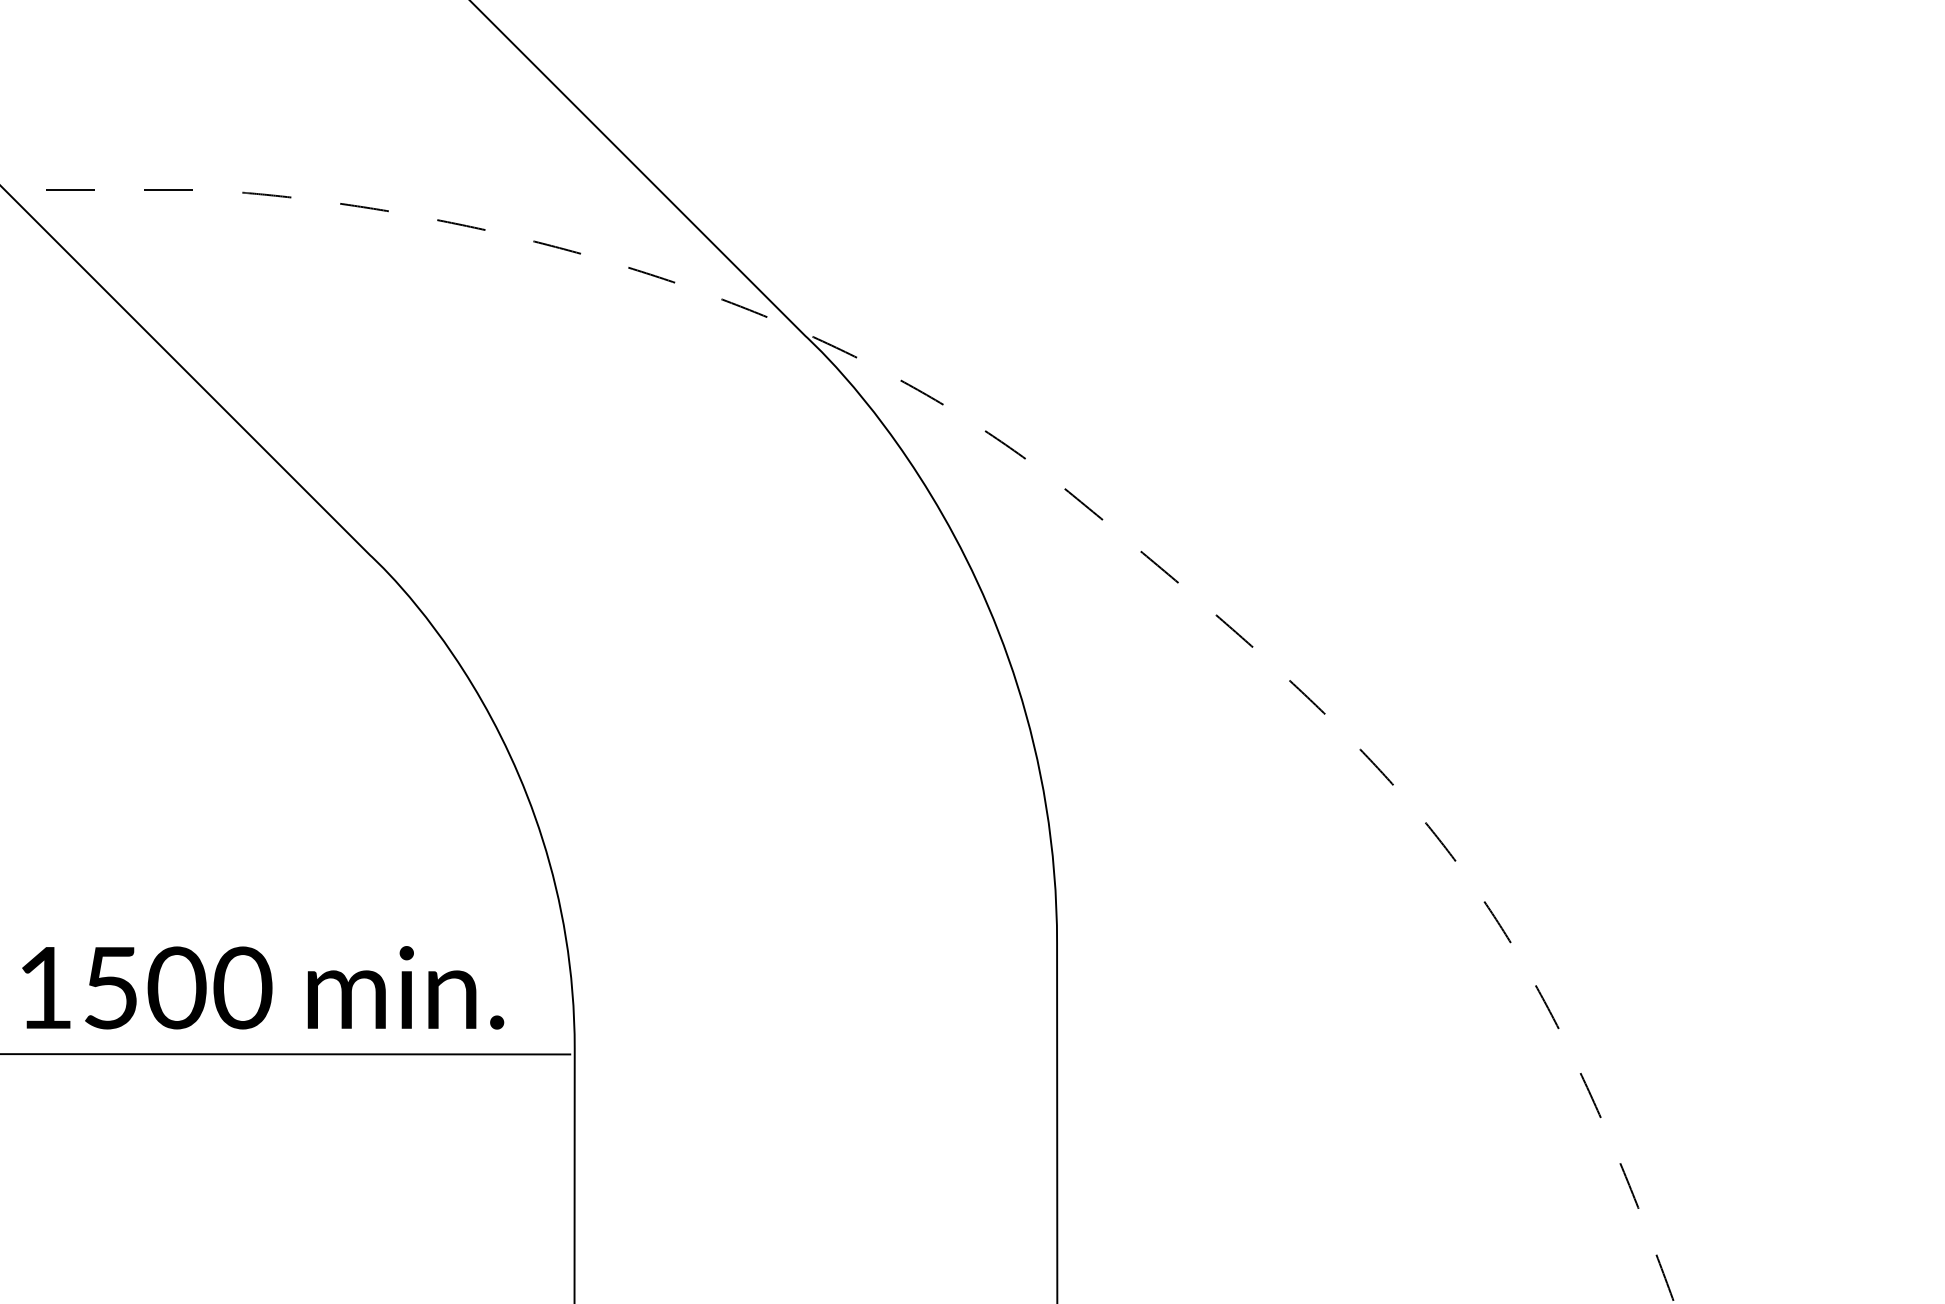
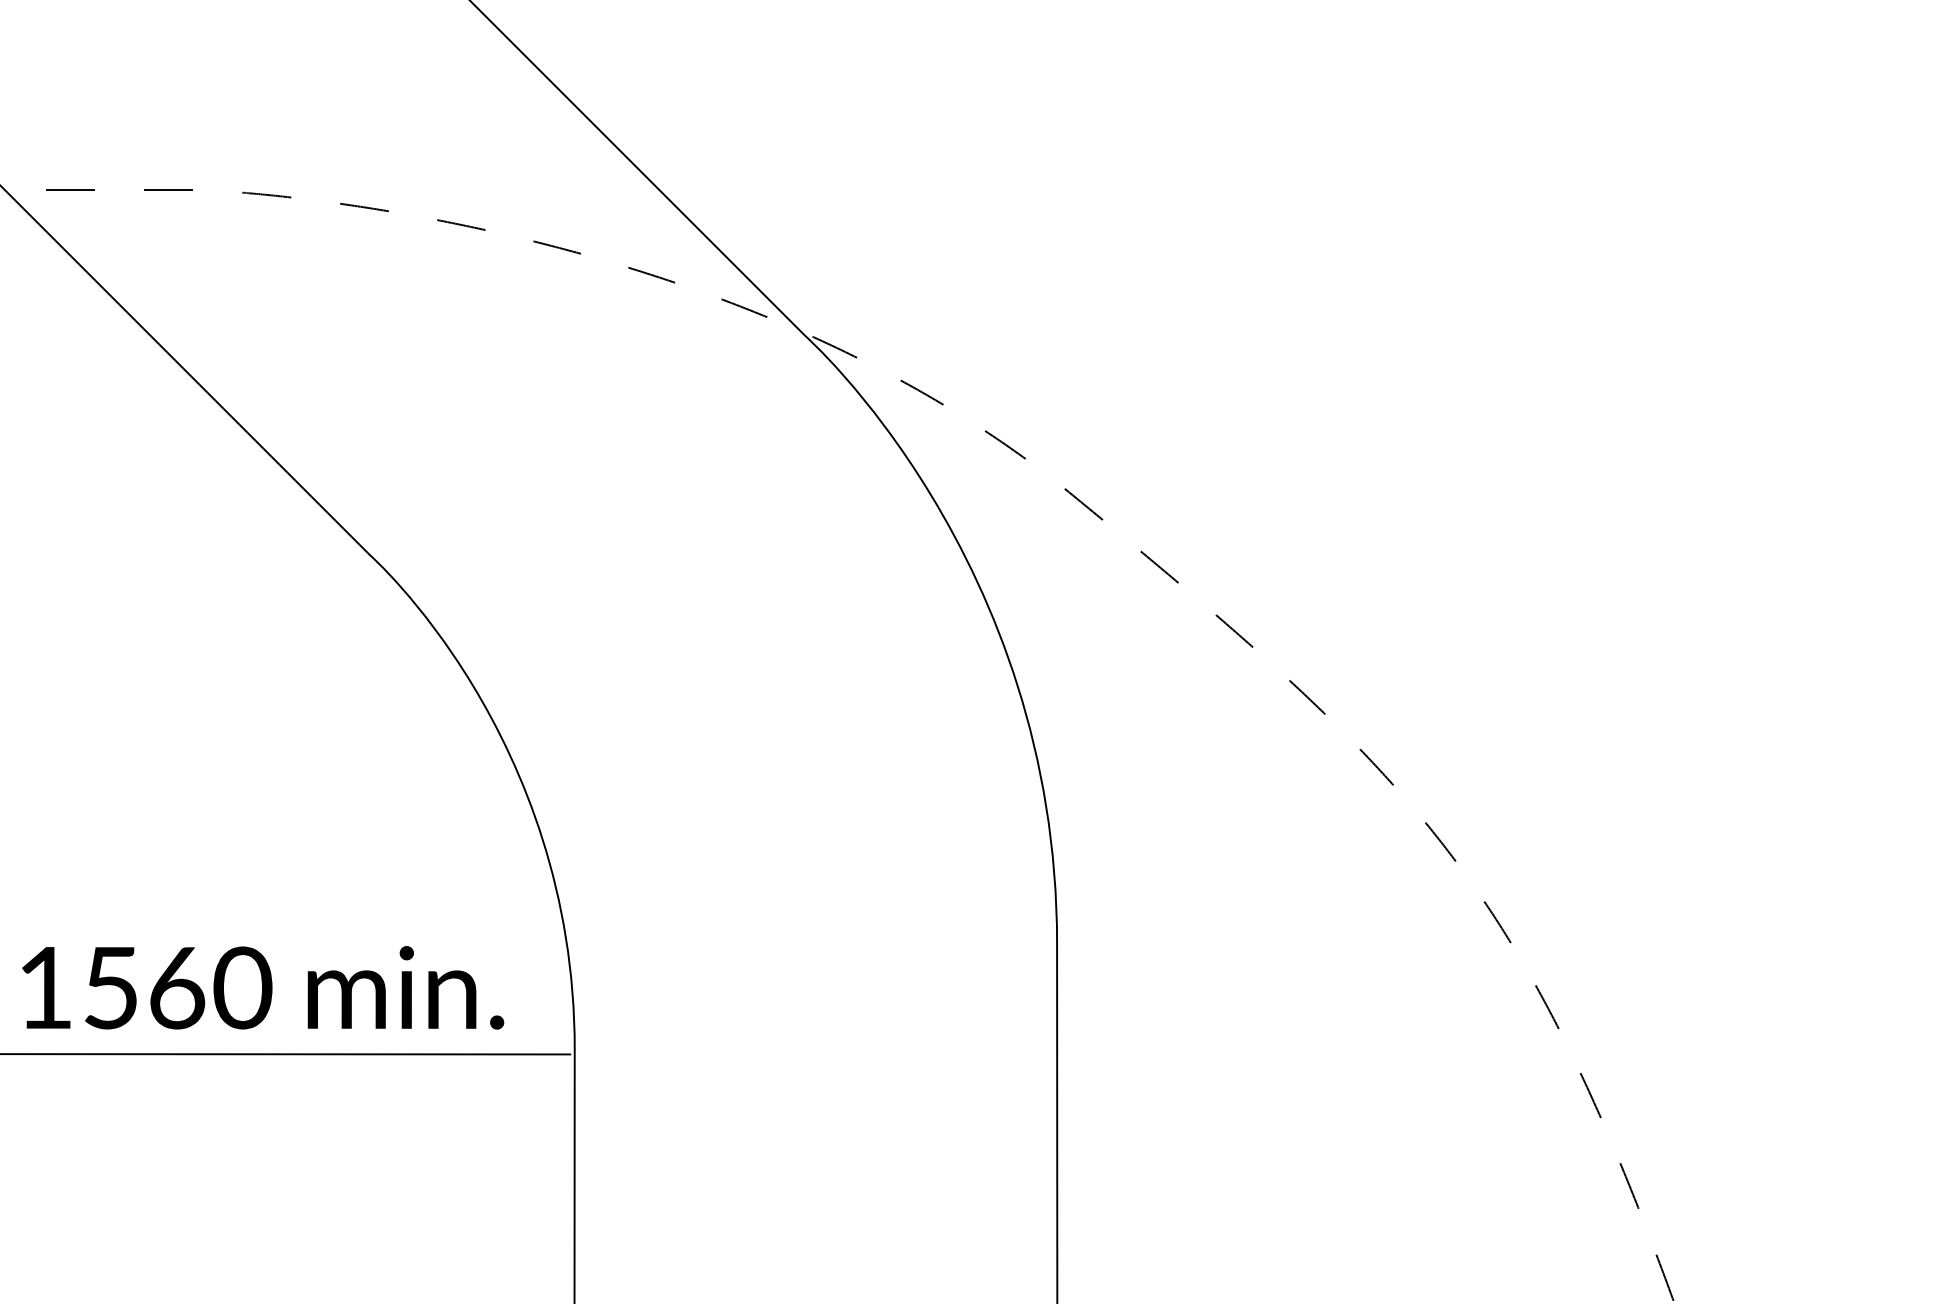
text at (176, 987): 1500 -> 1560
